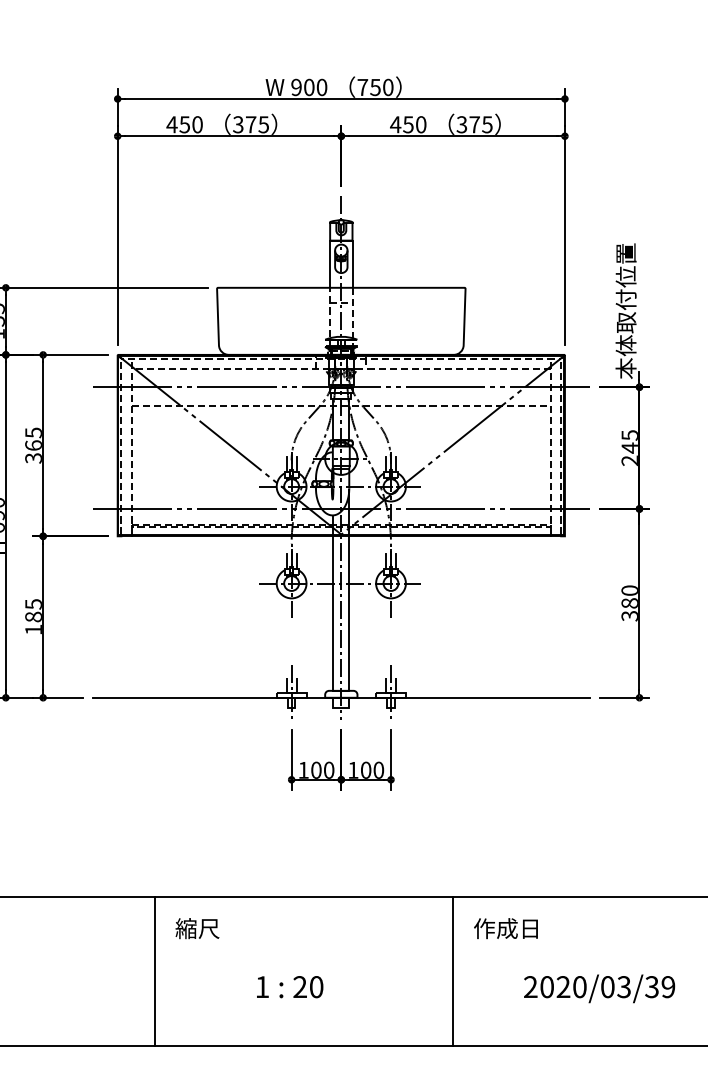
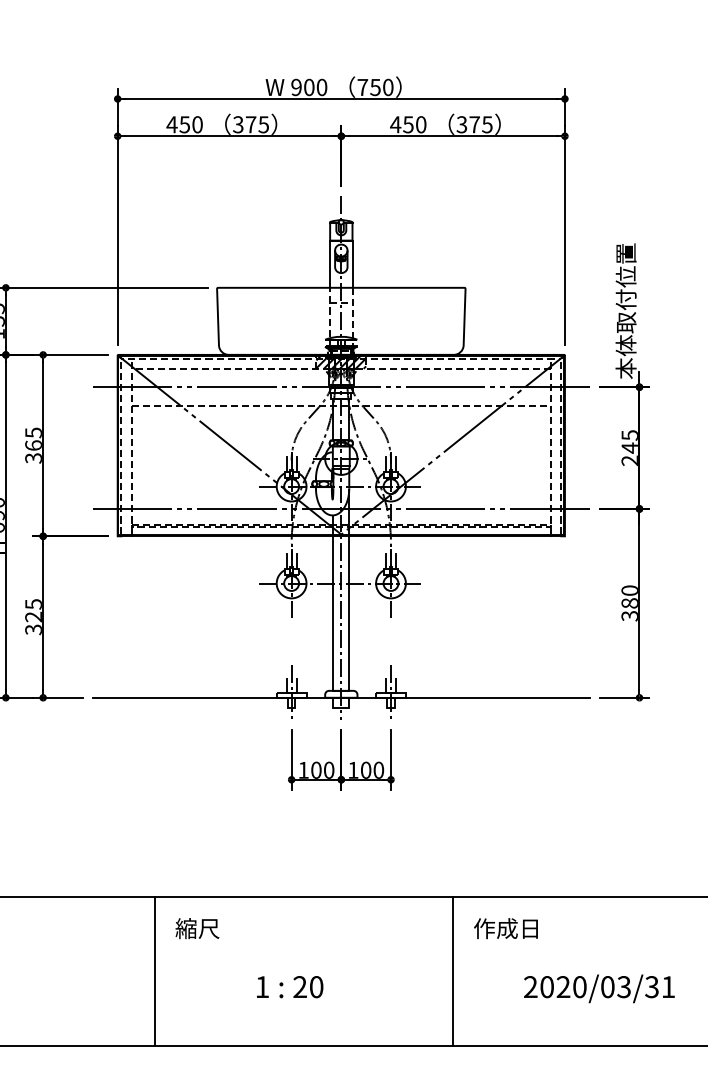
hatch at (341, 361): none -> present
text at (33, 623): 185 -> 325
text at (668, 987): 2020/03/39 -> 2020/03/31
